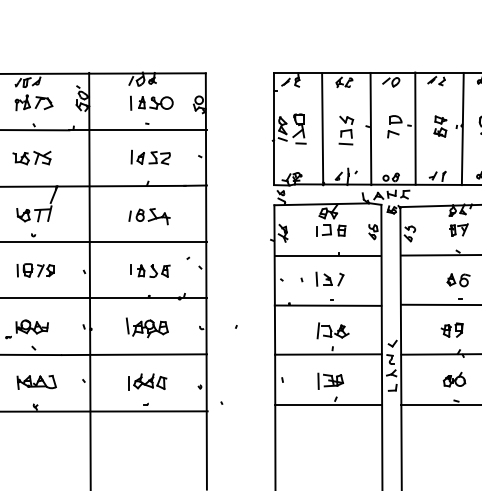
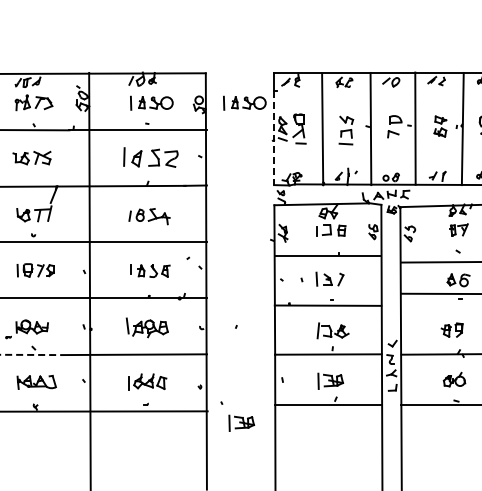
part at (244, 102): none -> present
line at (274, 138): solid -> dashed
part at (150, 157) size: 41x17 px -> 56x21 px
line at (439, 255) position: (439, 255) -> (439, 262)
line at (439, 304) position: (439, 304) -> (439, 293)
line at (31, 354): solid -> dashed
part at (241, 422): none -> present
